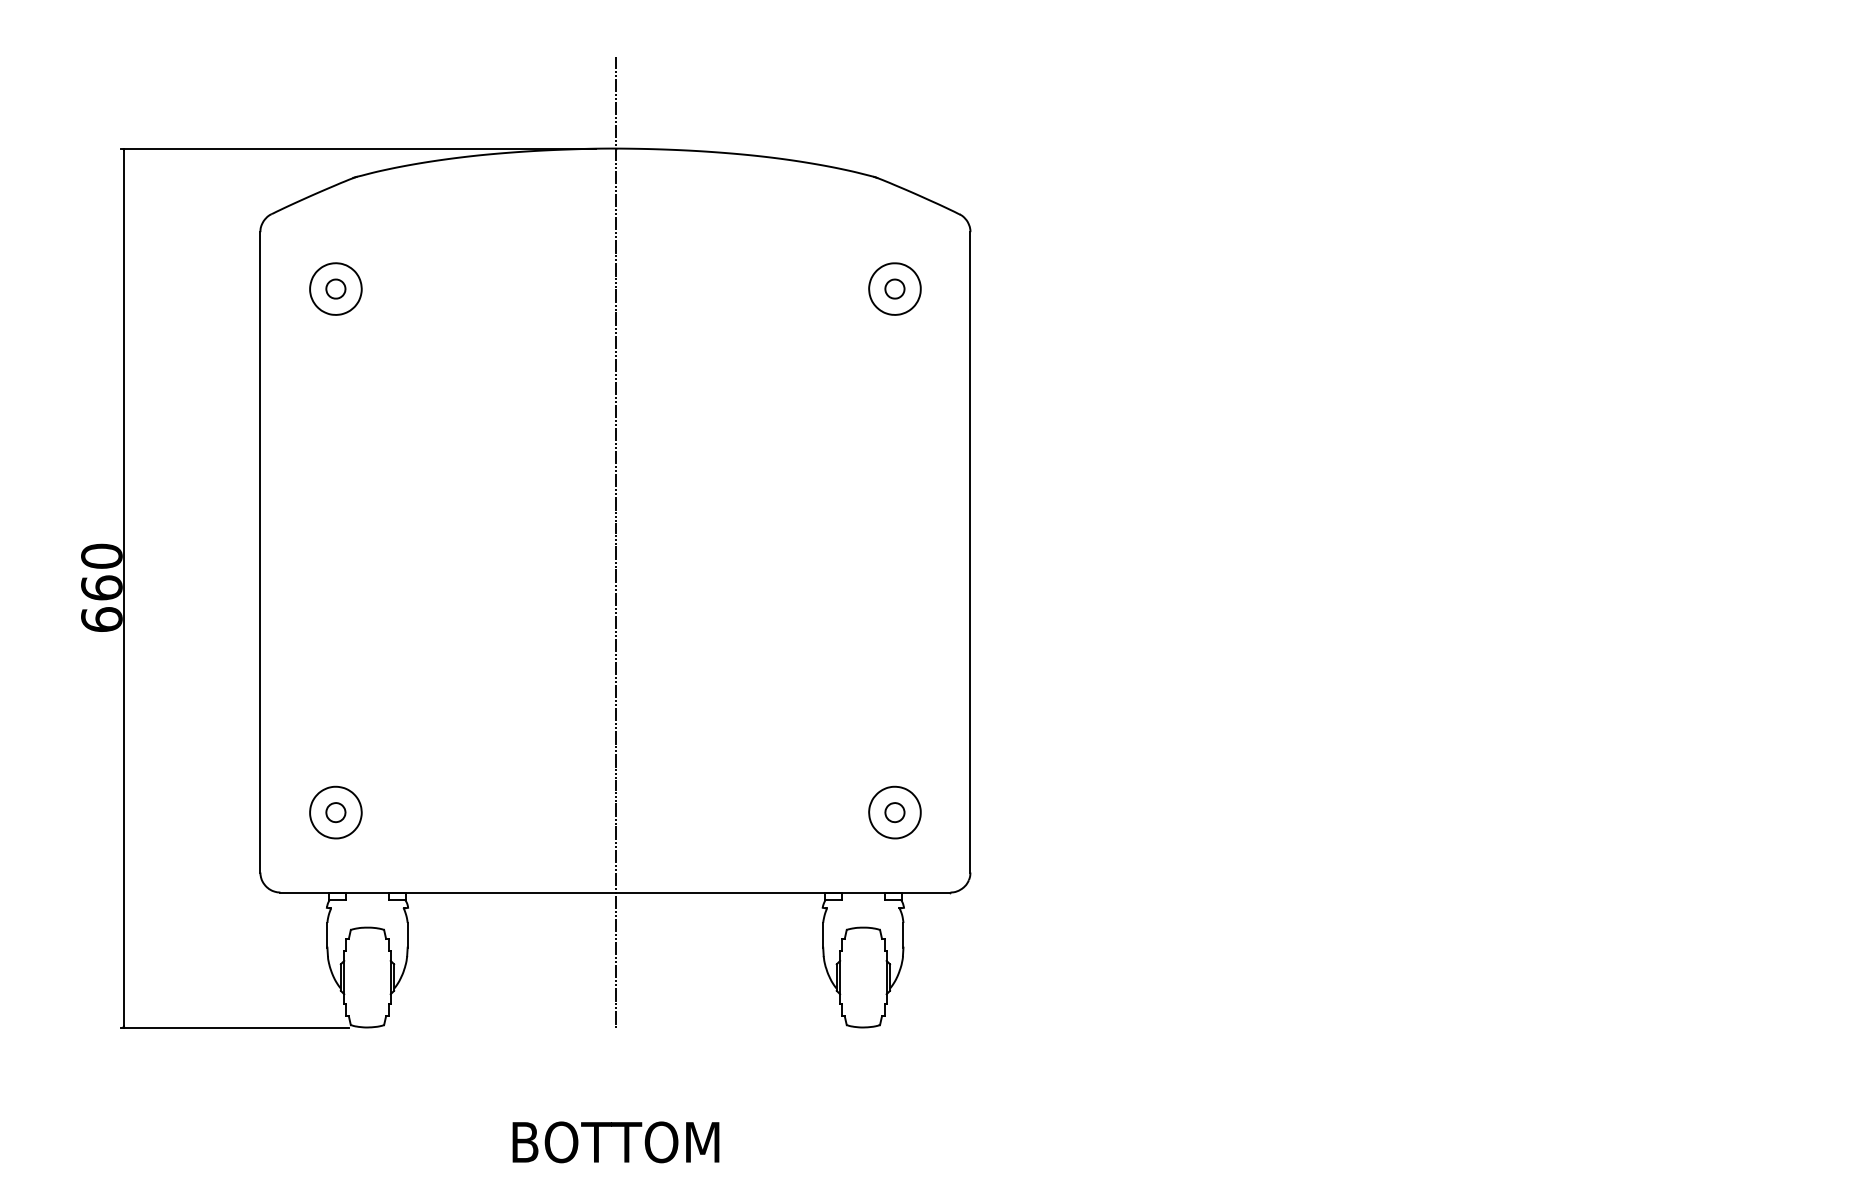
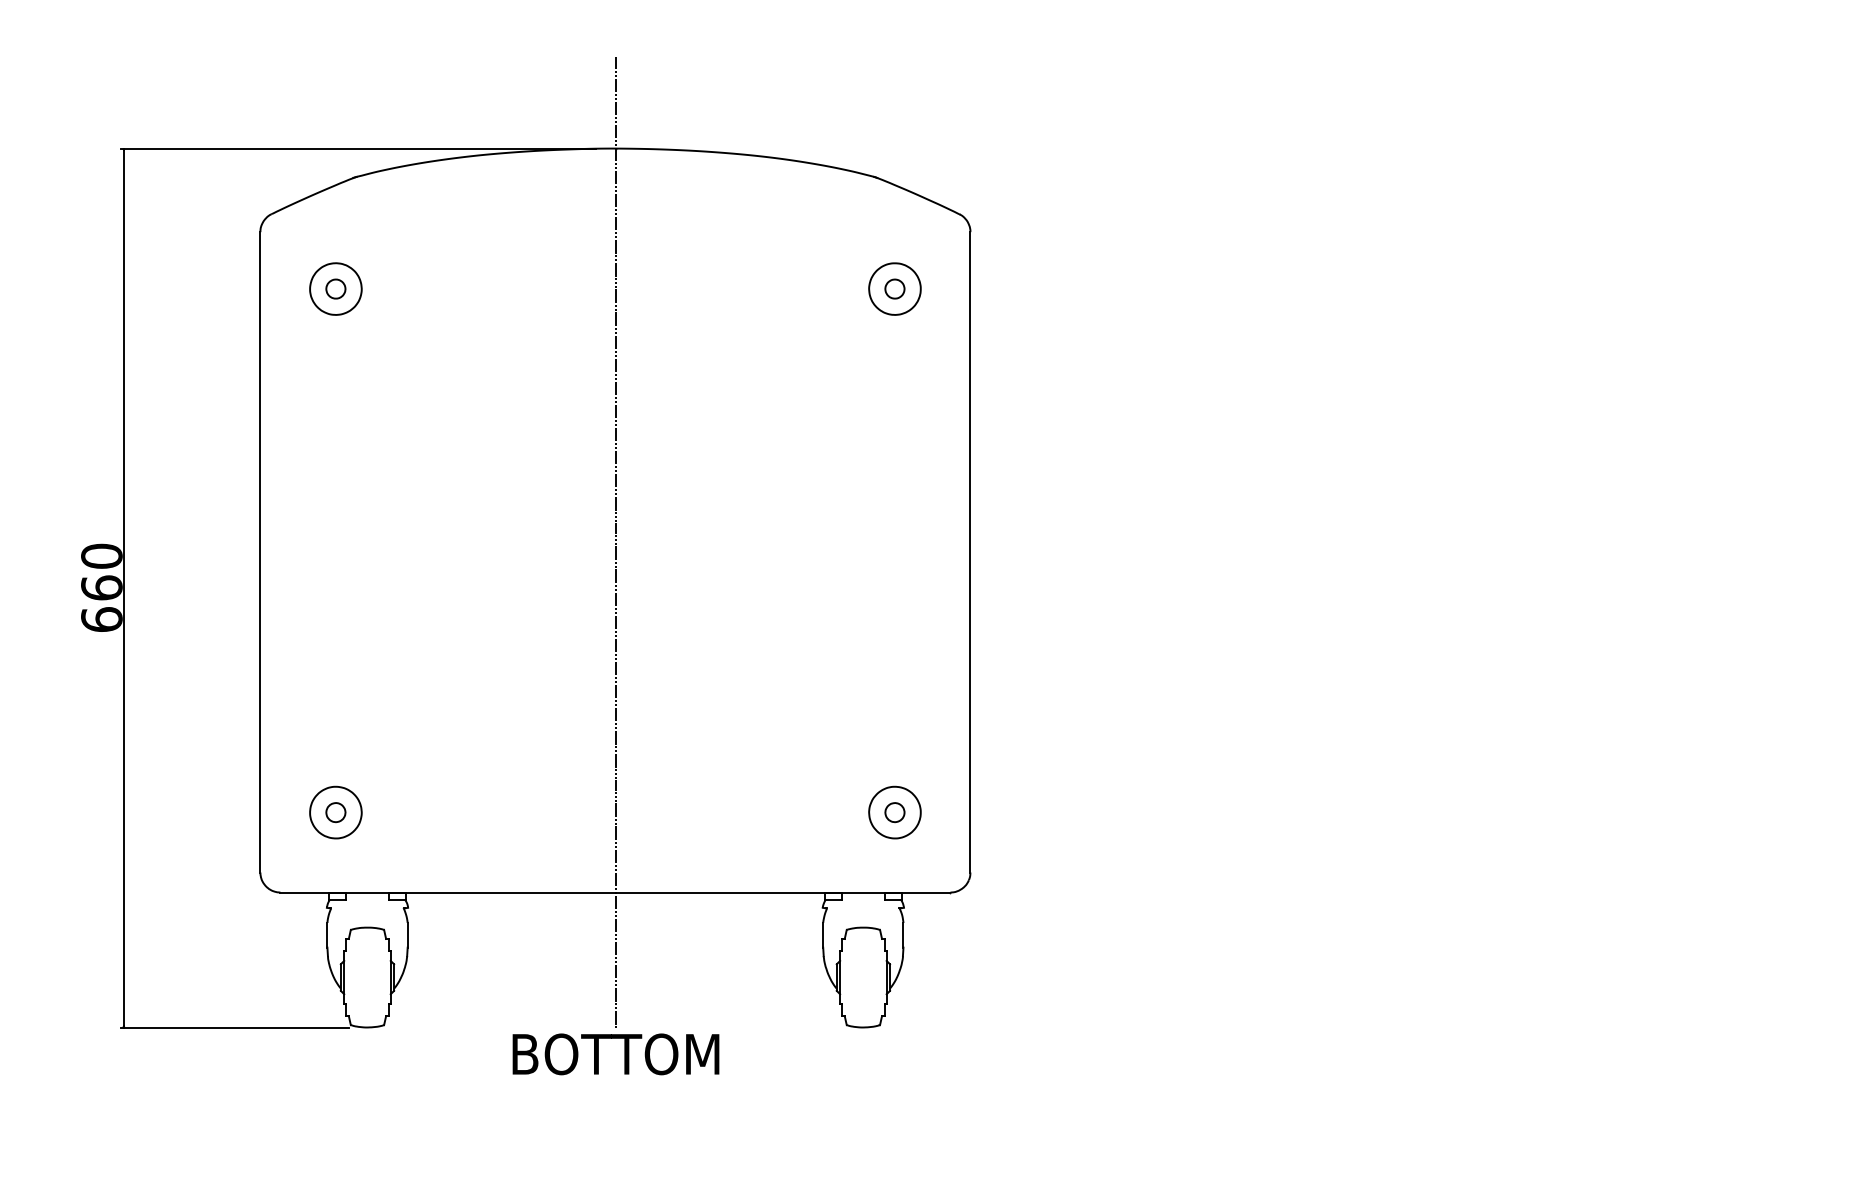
text at (615, 1142) position: (615, 1142) -> (615, 1054)
